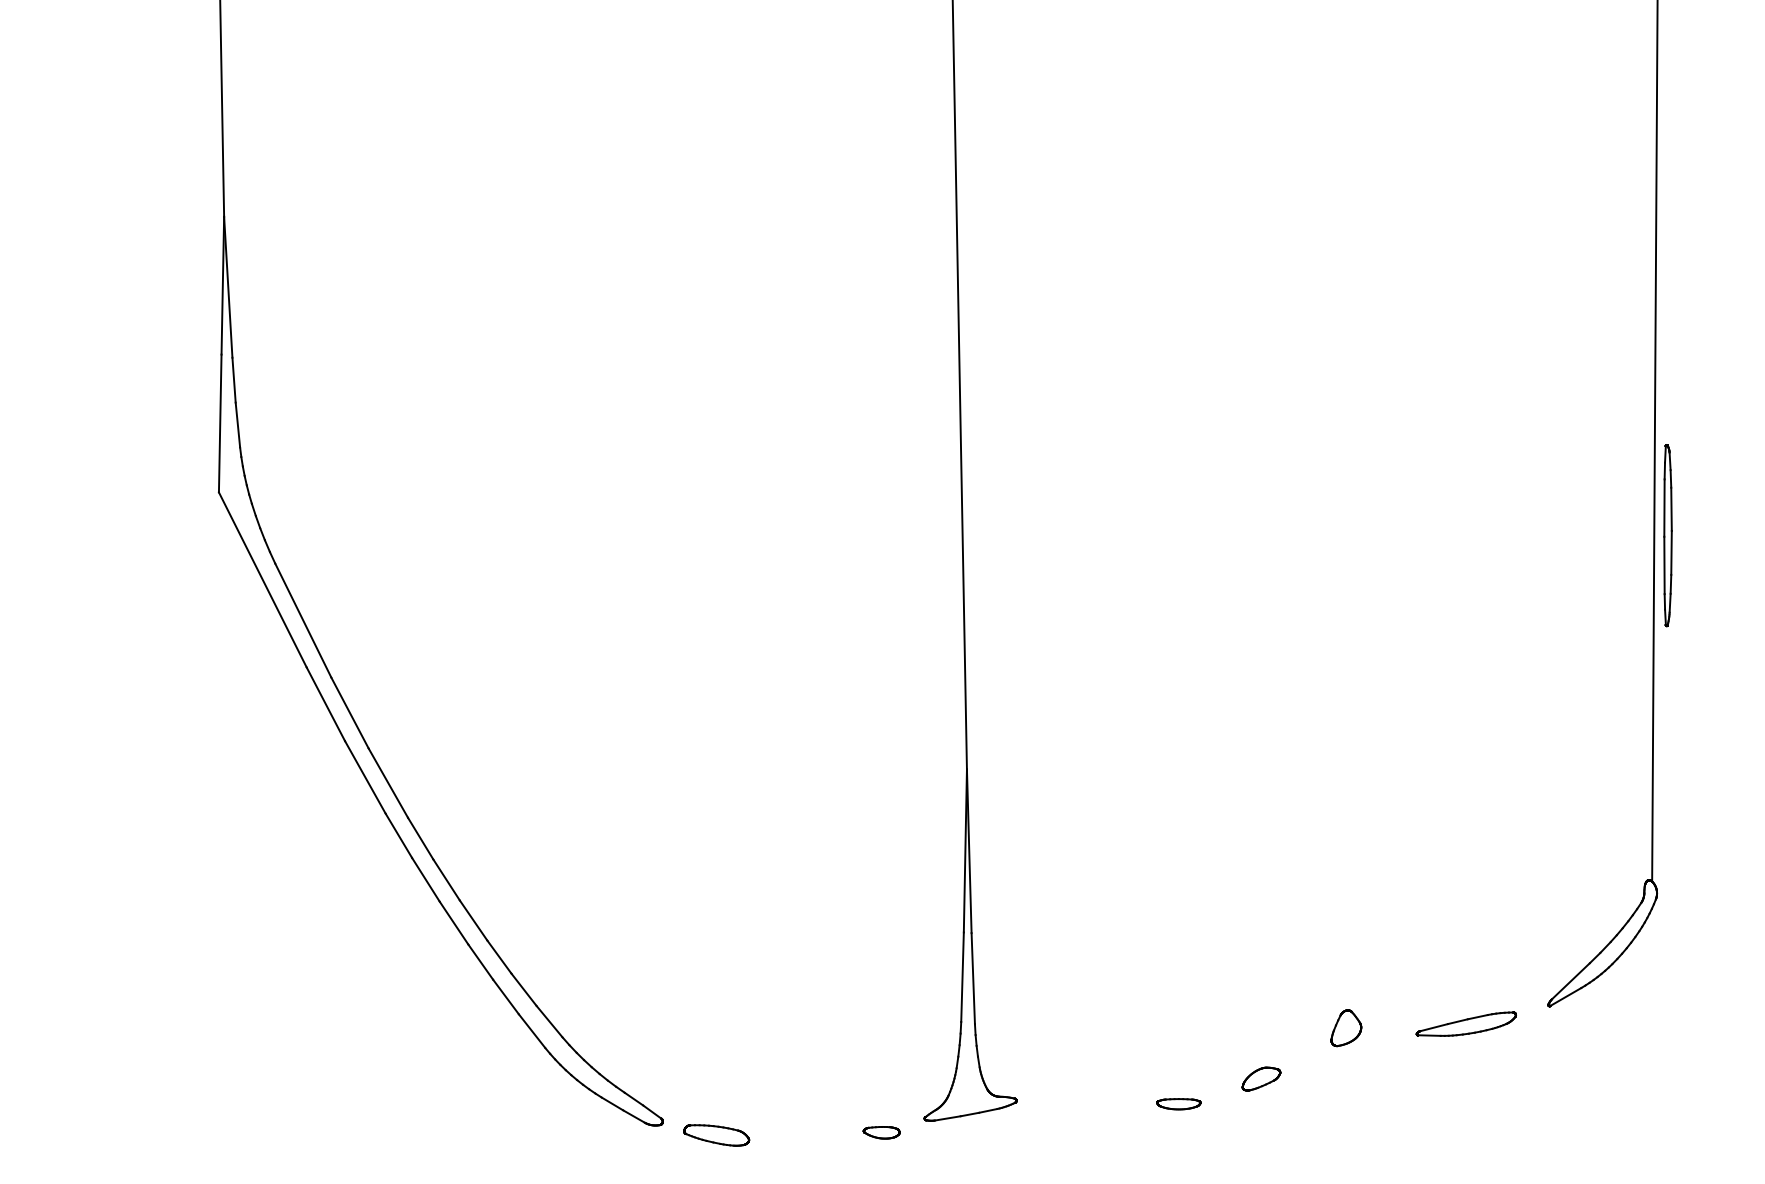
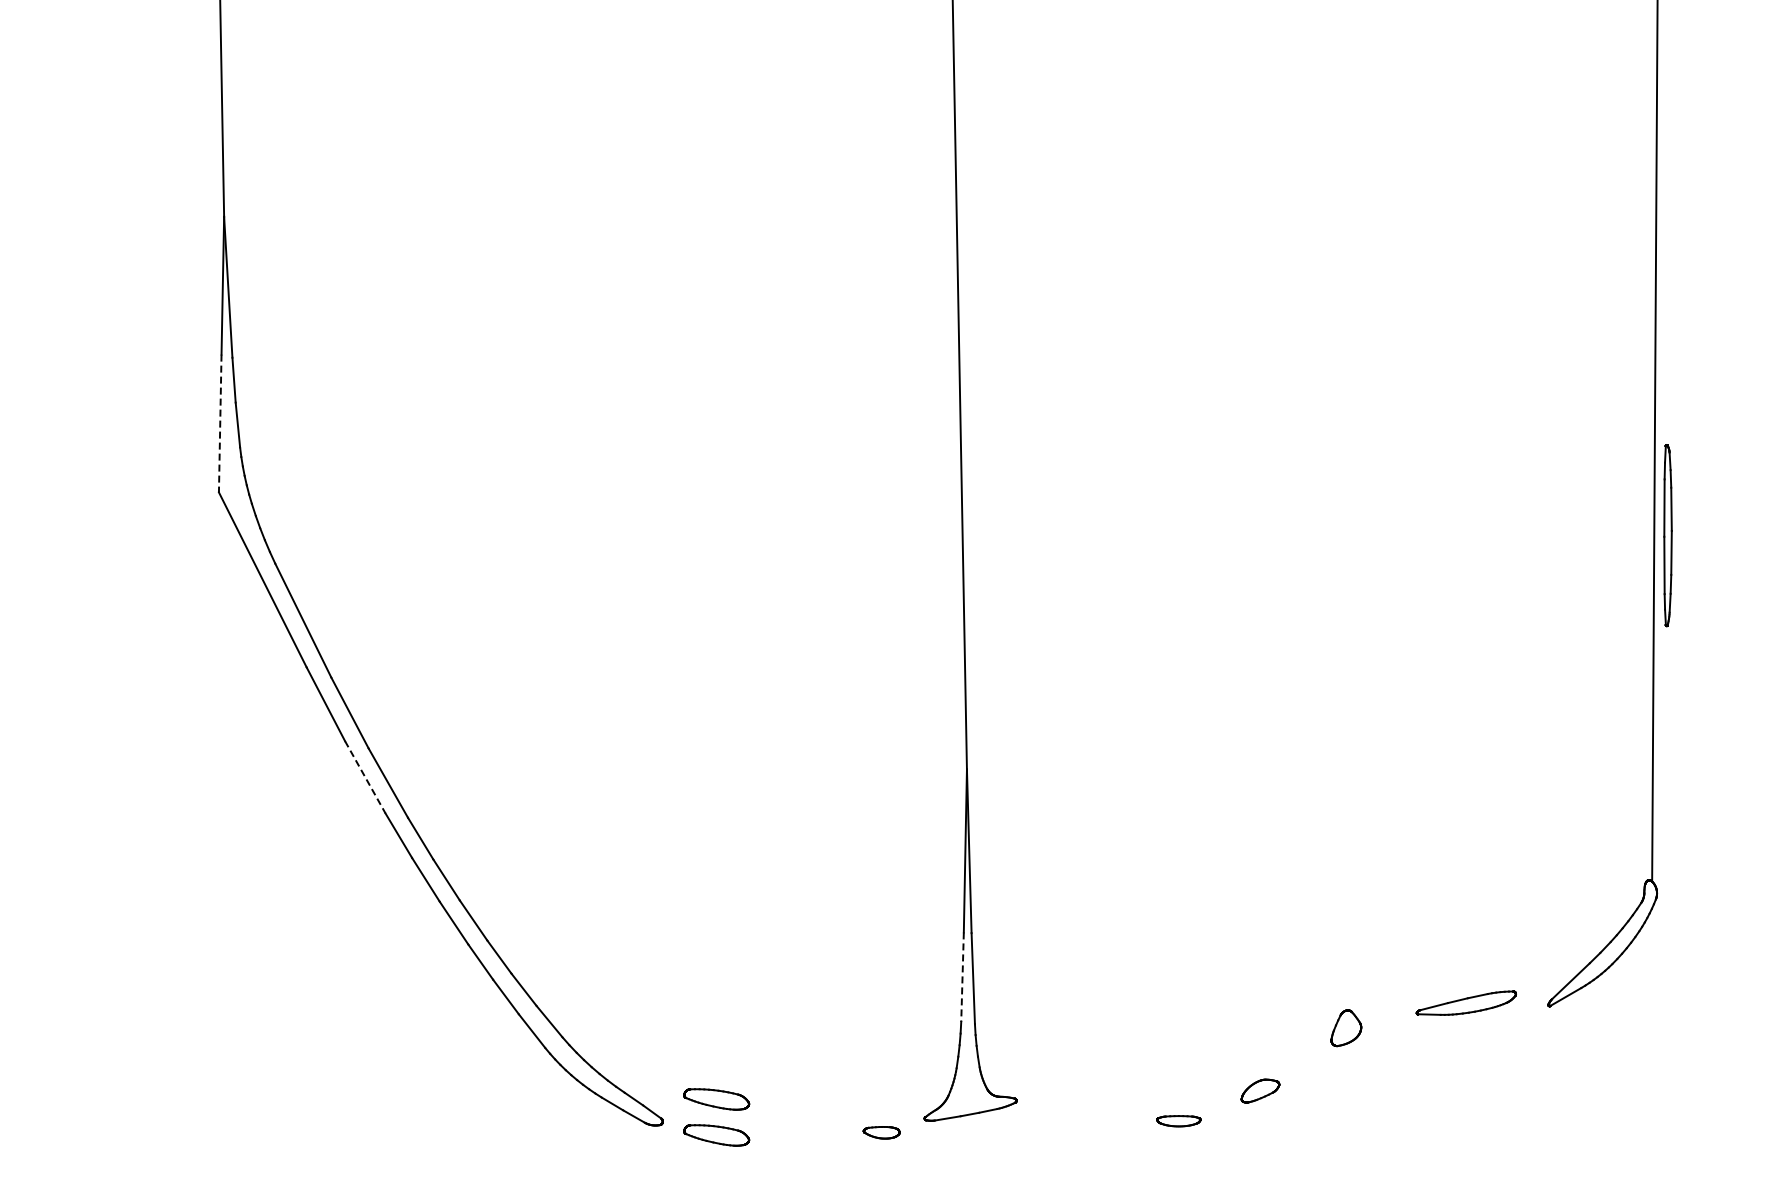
line at (220, 423): solid -> dashed
line at (365, 777): solid -> dashed
line at (962, 977): solid -> dashed
part at (1465, 1023) position: (1465, 1023) -> (1465, 1002)
part at (1261, 1078) position: (1261, 1078) -> (1260, 1090)
part at (716, 1099): none -> present
part at (1178, 1104) position: (1178, 1104) -> (1178, 1121)
